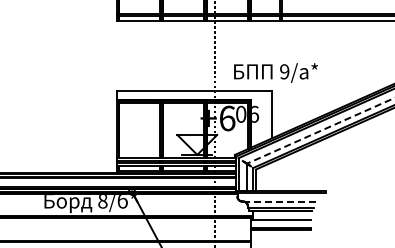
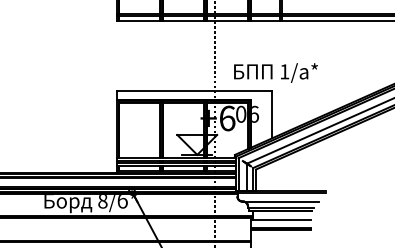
text at (284, 71): 9/a* -> 1/a*
line at (320, 130): dashed -> solid
line at (281, 201): dashed -> solid
